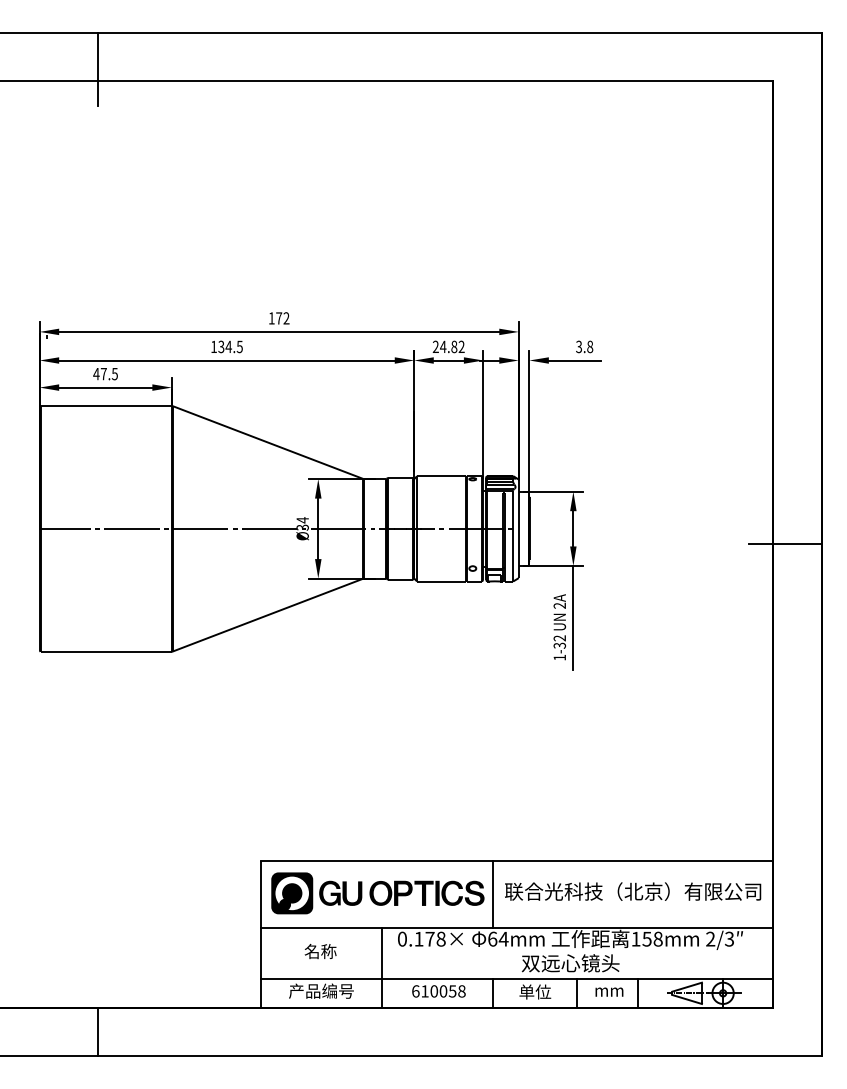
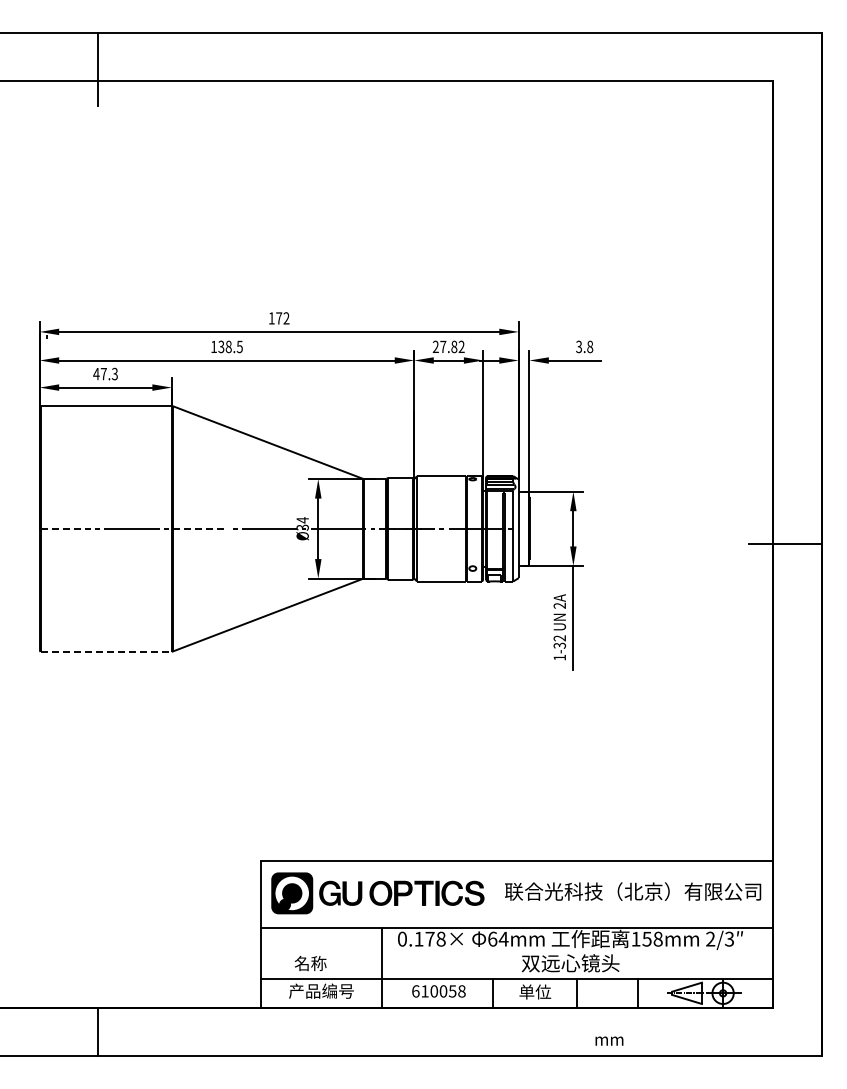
text at (228, 346): 134.5 -> 138.5
text at (443, 346): 24.82 -> 27.82
text at (114, 373): 47.5 -> 47.3
line at (66, 528): solid -> dashed
line at (200, 528): solid -> dashed
line at (106, 651): solid -> dashed
line at (493, 894): present -> none
text at (320, 951) position: (320, 951) -> (310, 963)
text at (609, 991) position: (609, 991) -> (609, 1040)
